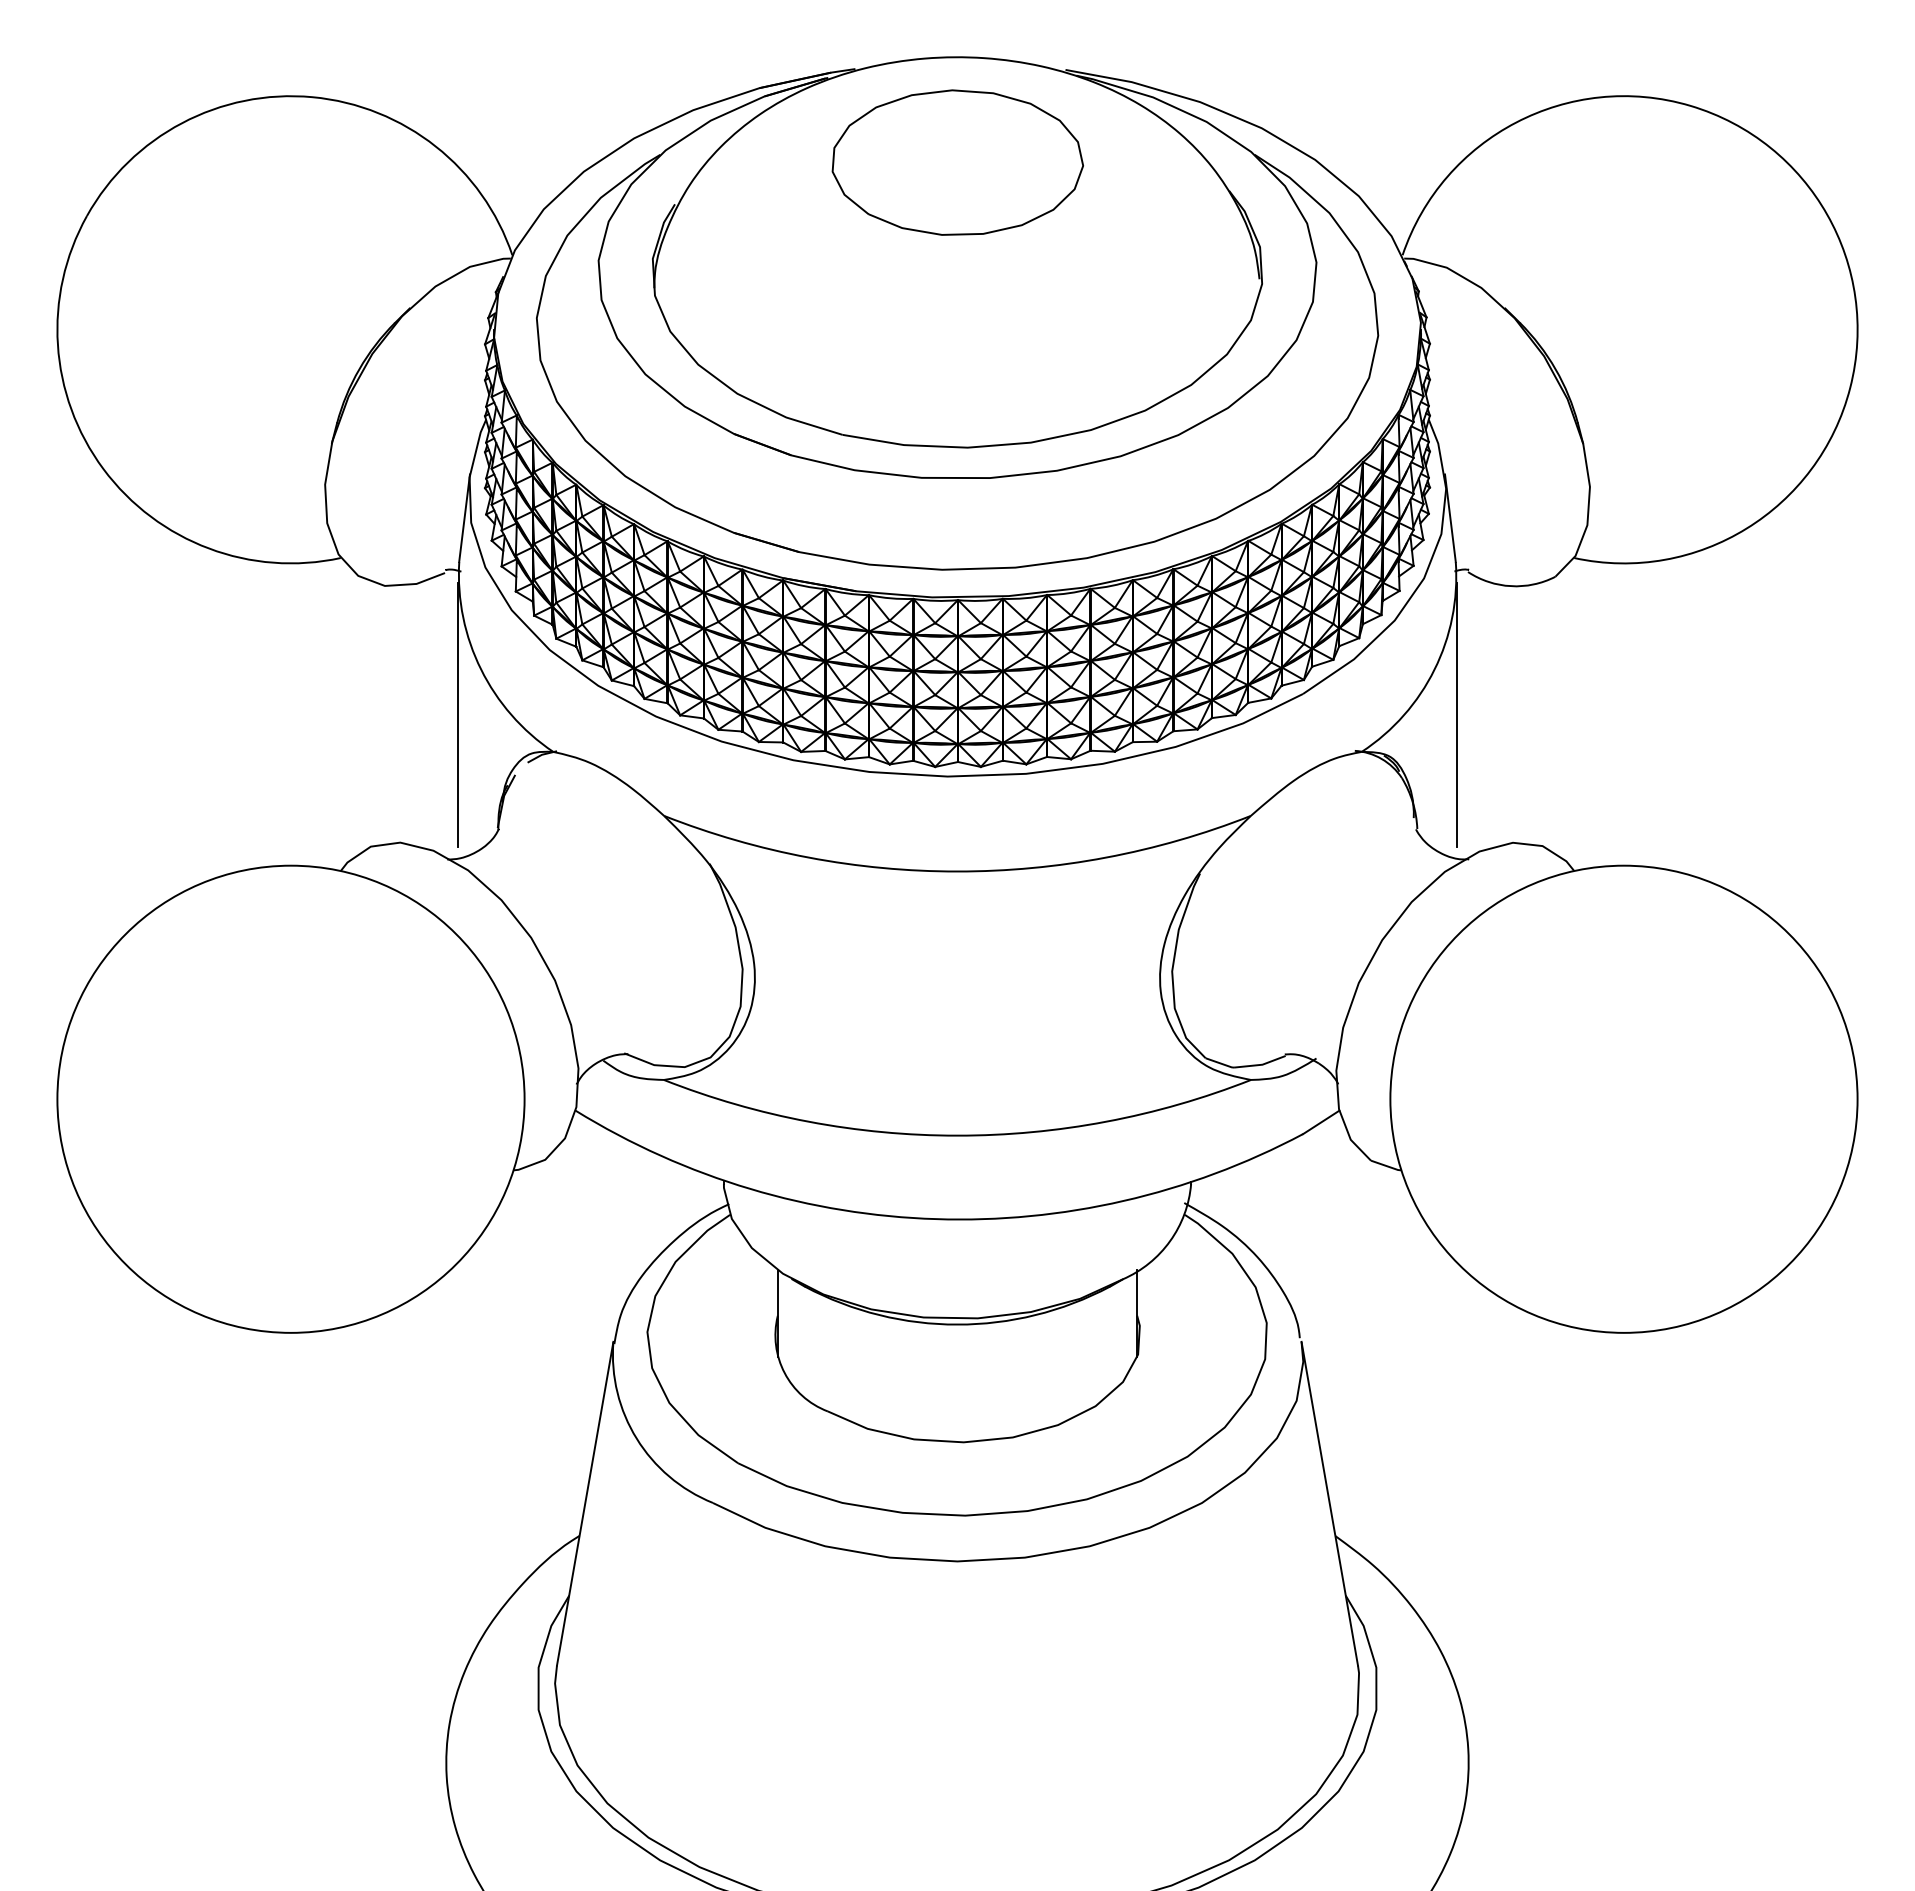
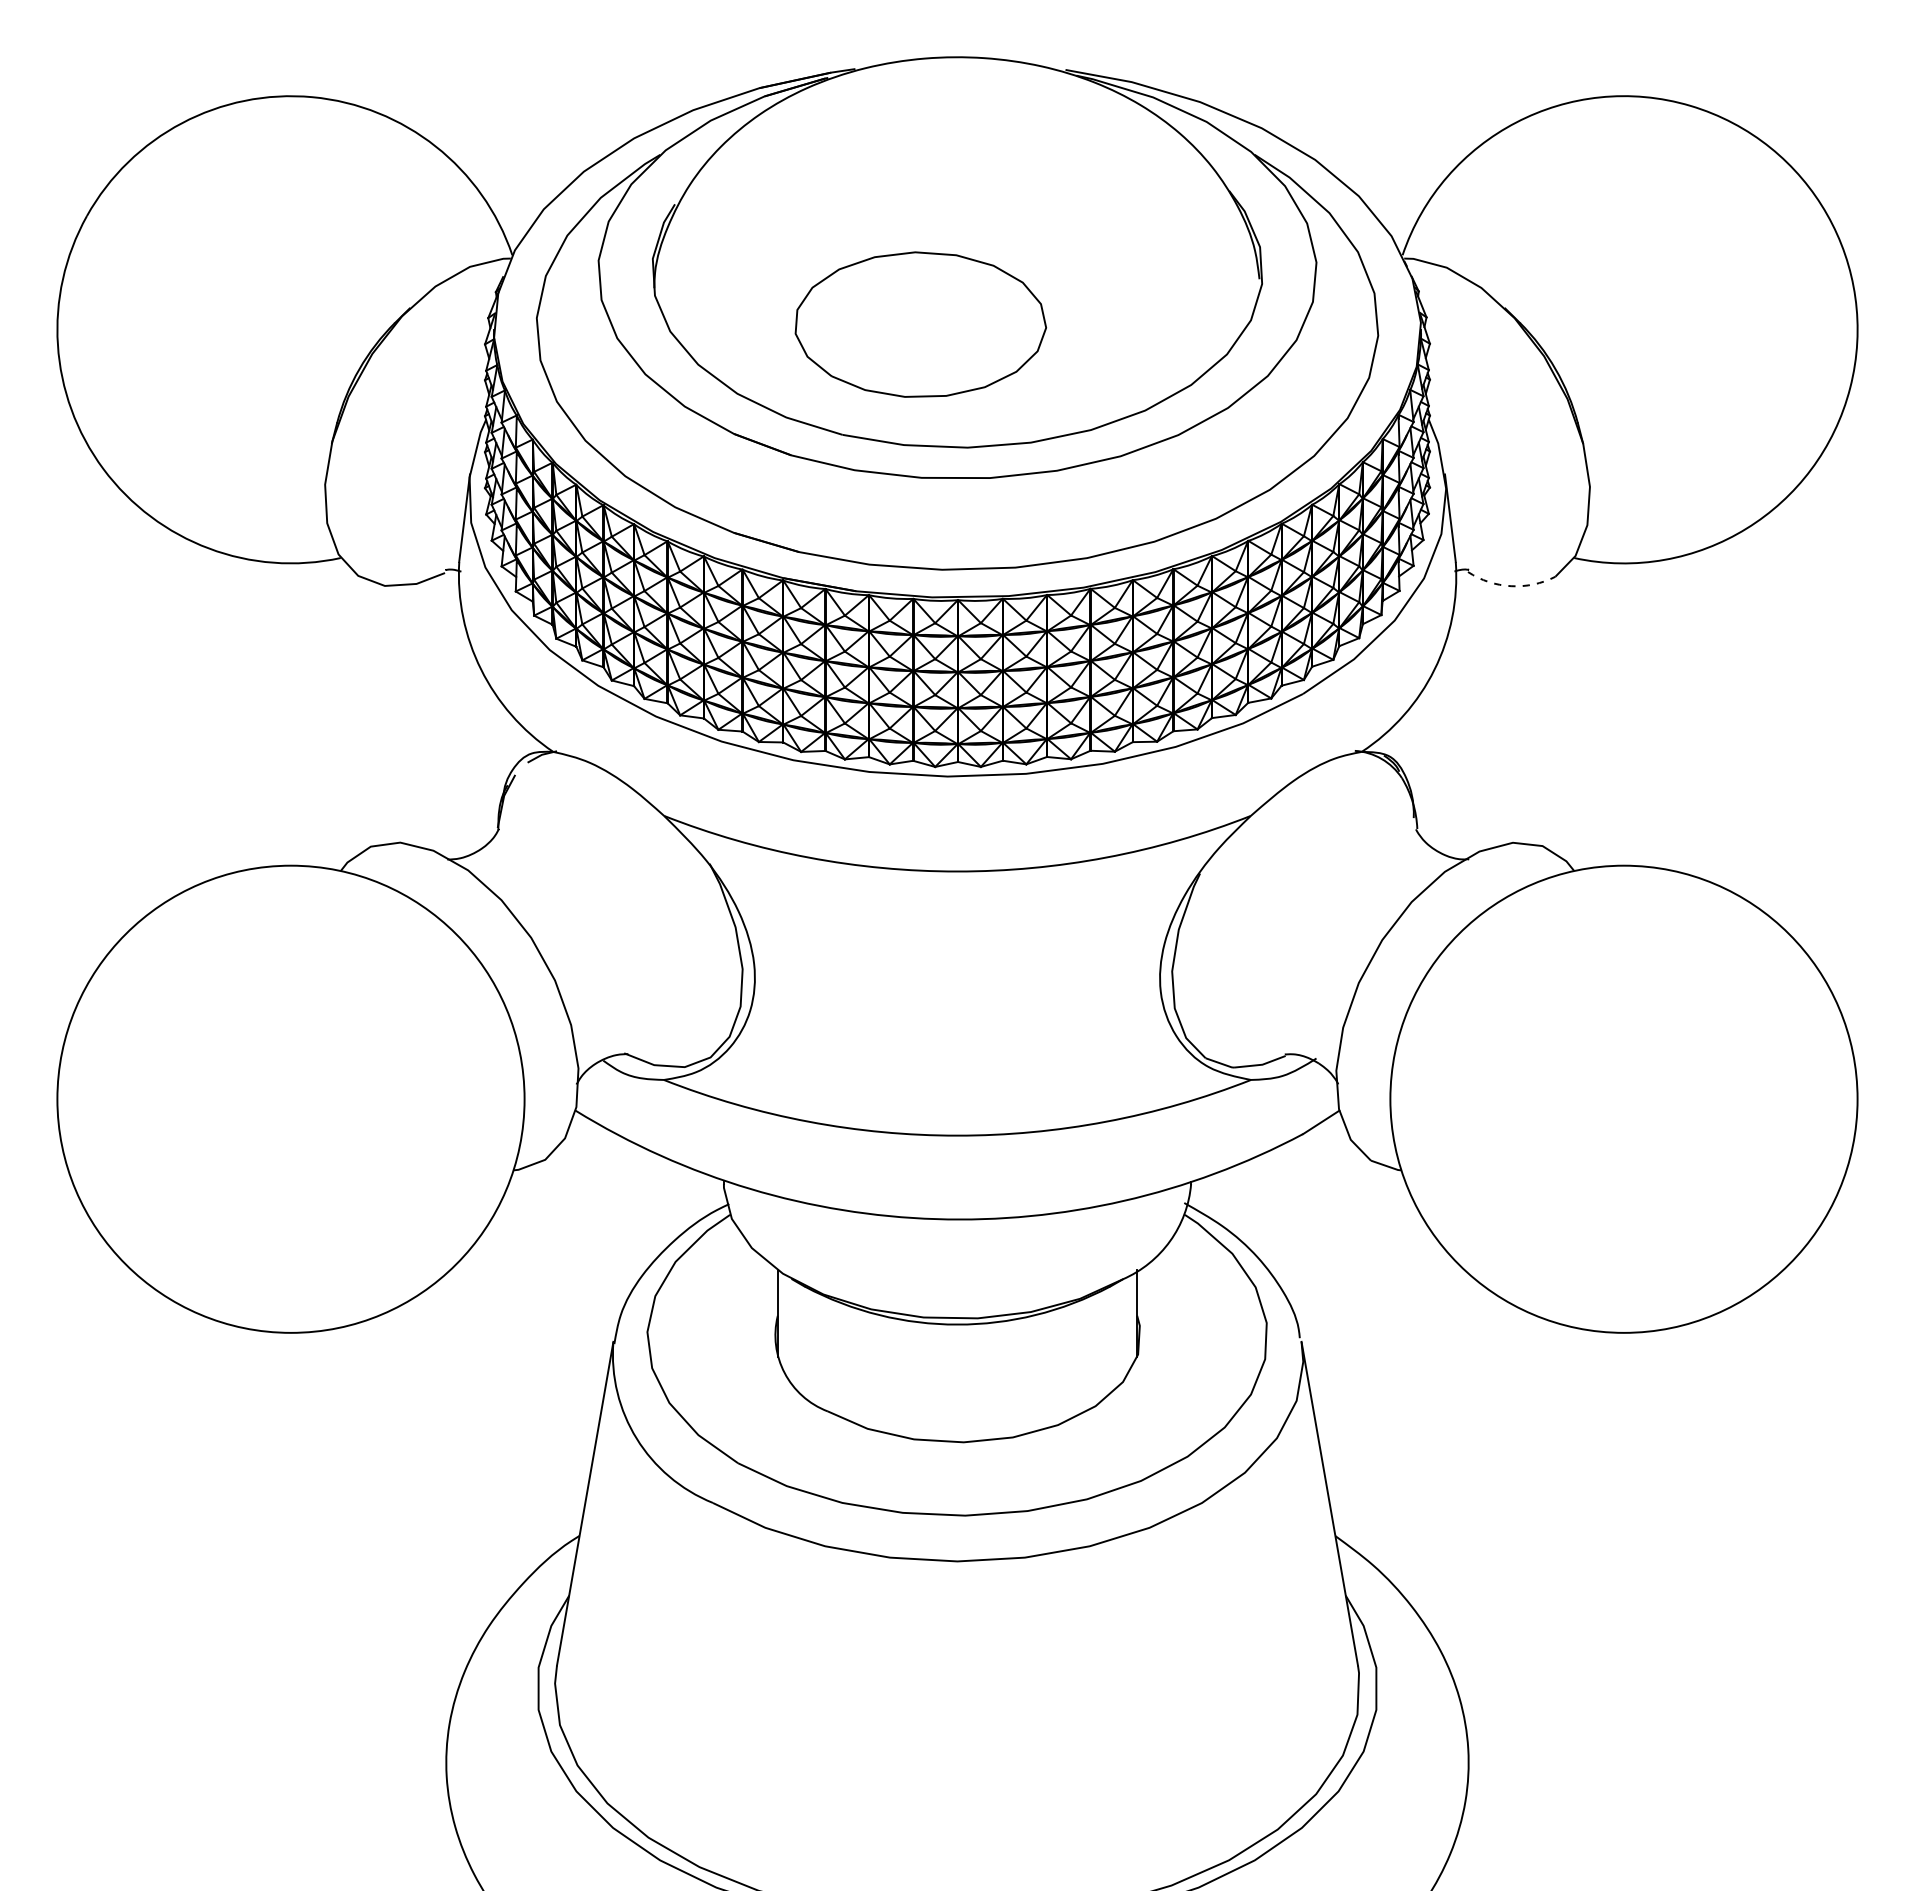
part at (957, 162) position: (957, 162) -> (920, 324)
arc at (1511, 586): solid -> dashed
line at (457, 714): present -> none
line at (1457, 714): present -> none
